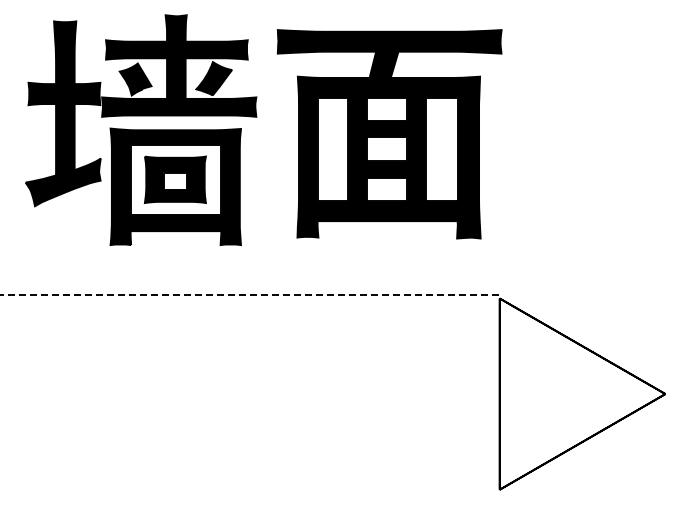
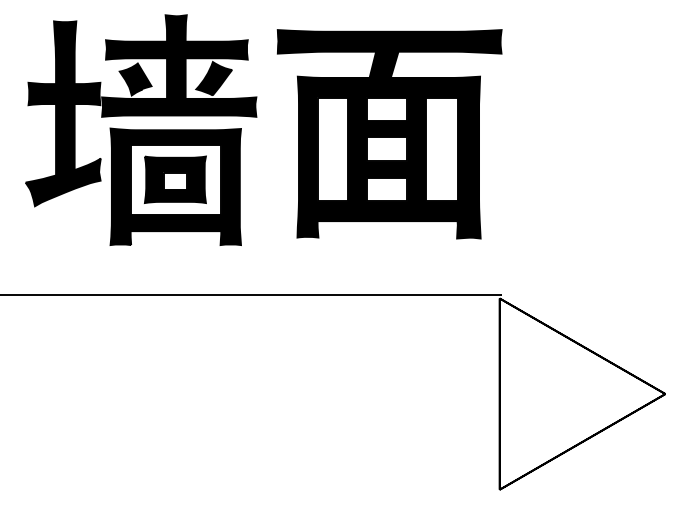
line at (251, 295): dashed -> solid
